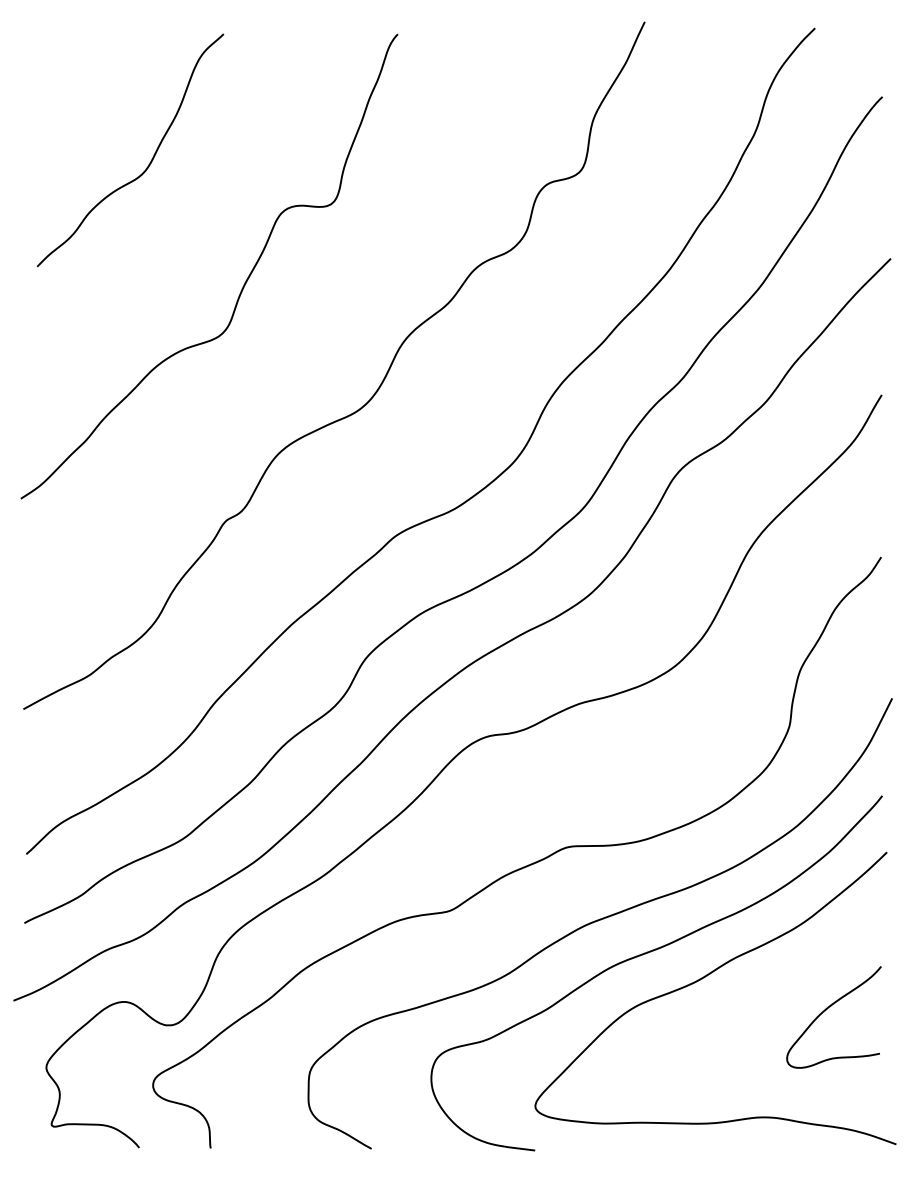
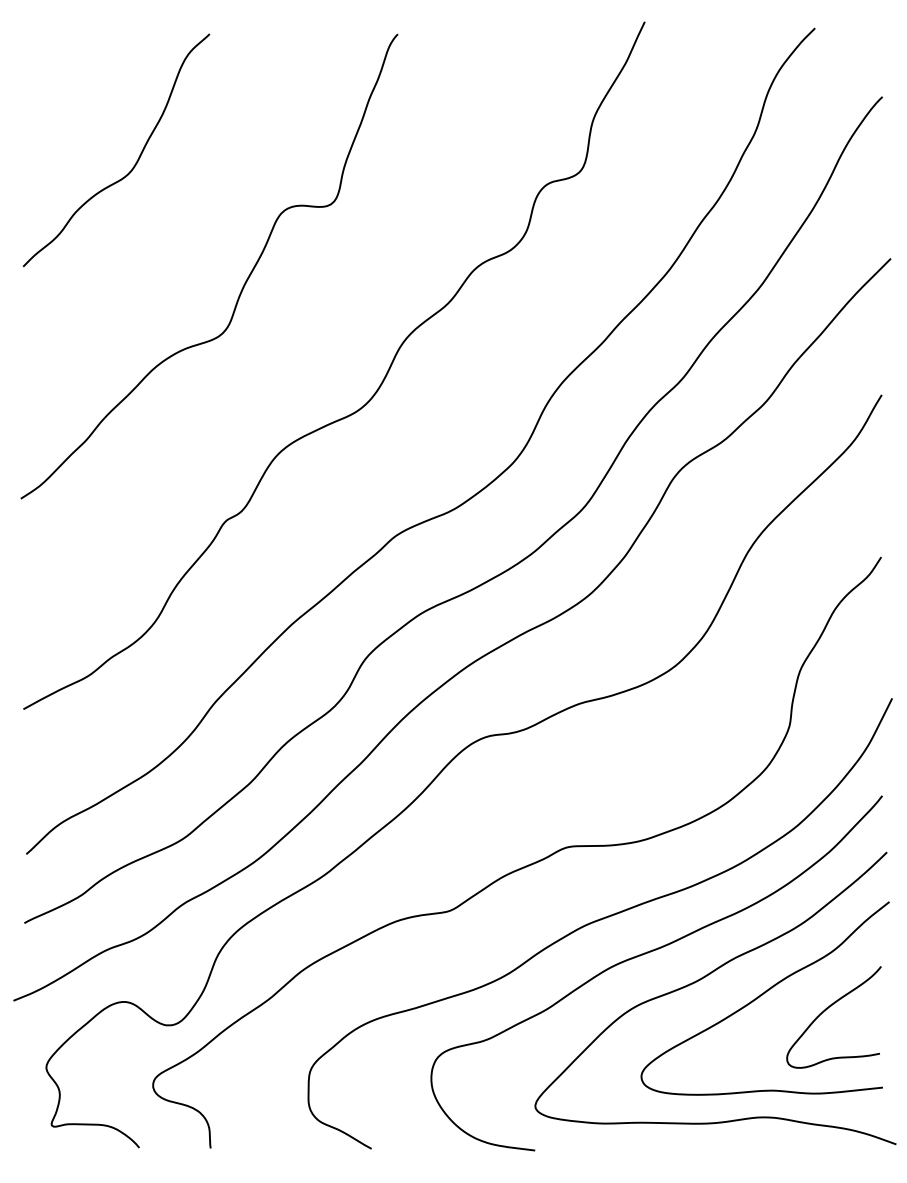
curve at (149, 162) position: (149, 162) -> (135, 162)
curve at (762, 995): none -> present
